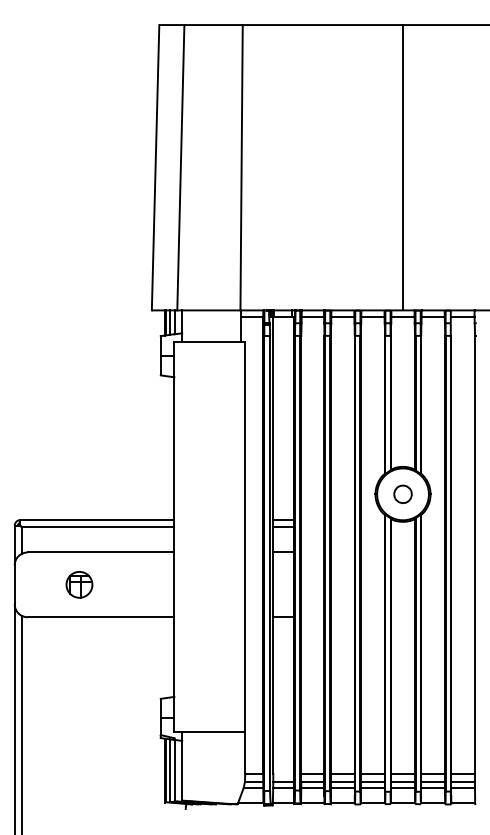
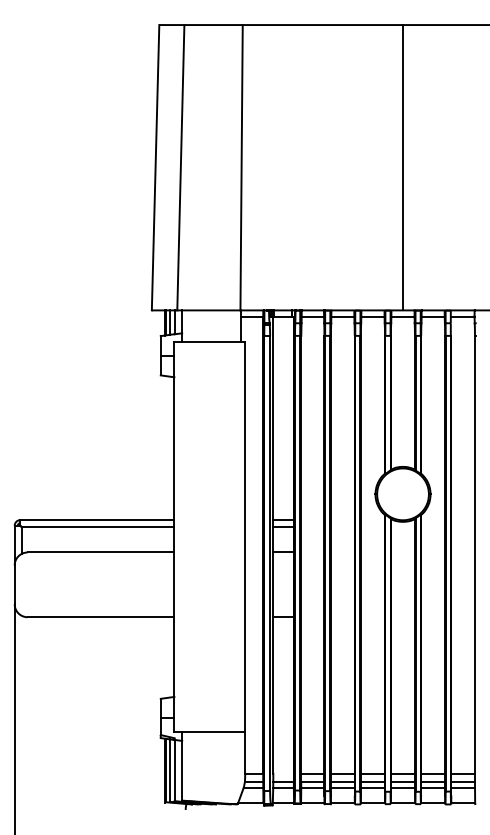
part at (402, 493): present -> none
part at (79, 584): present -> none
line at (21, 723): present -> none
